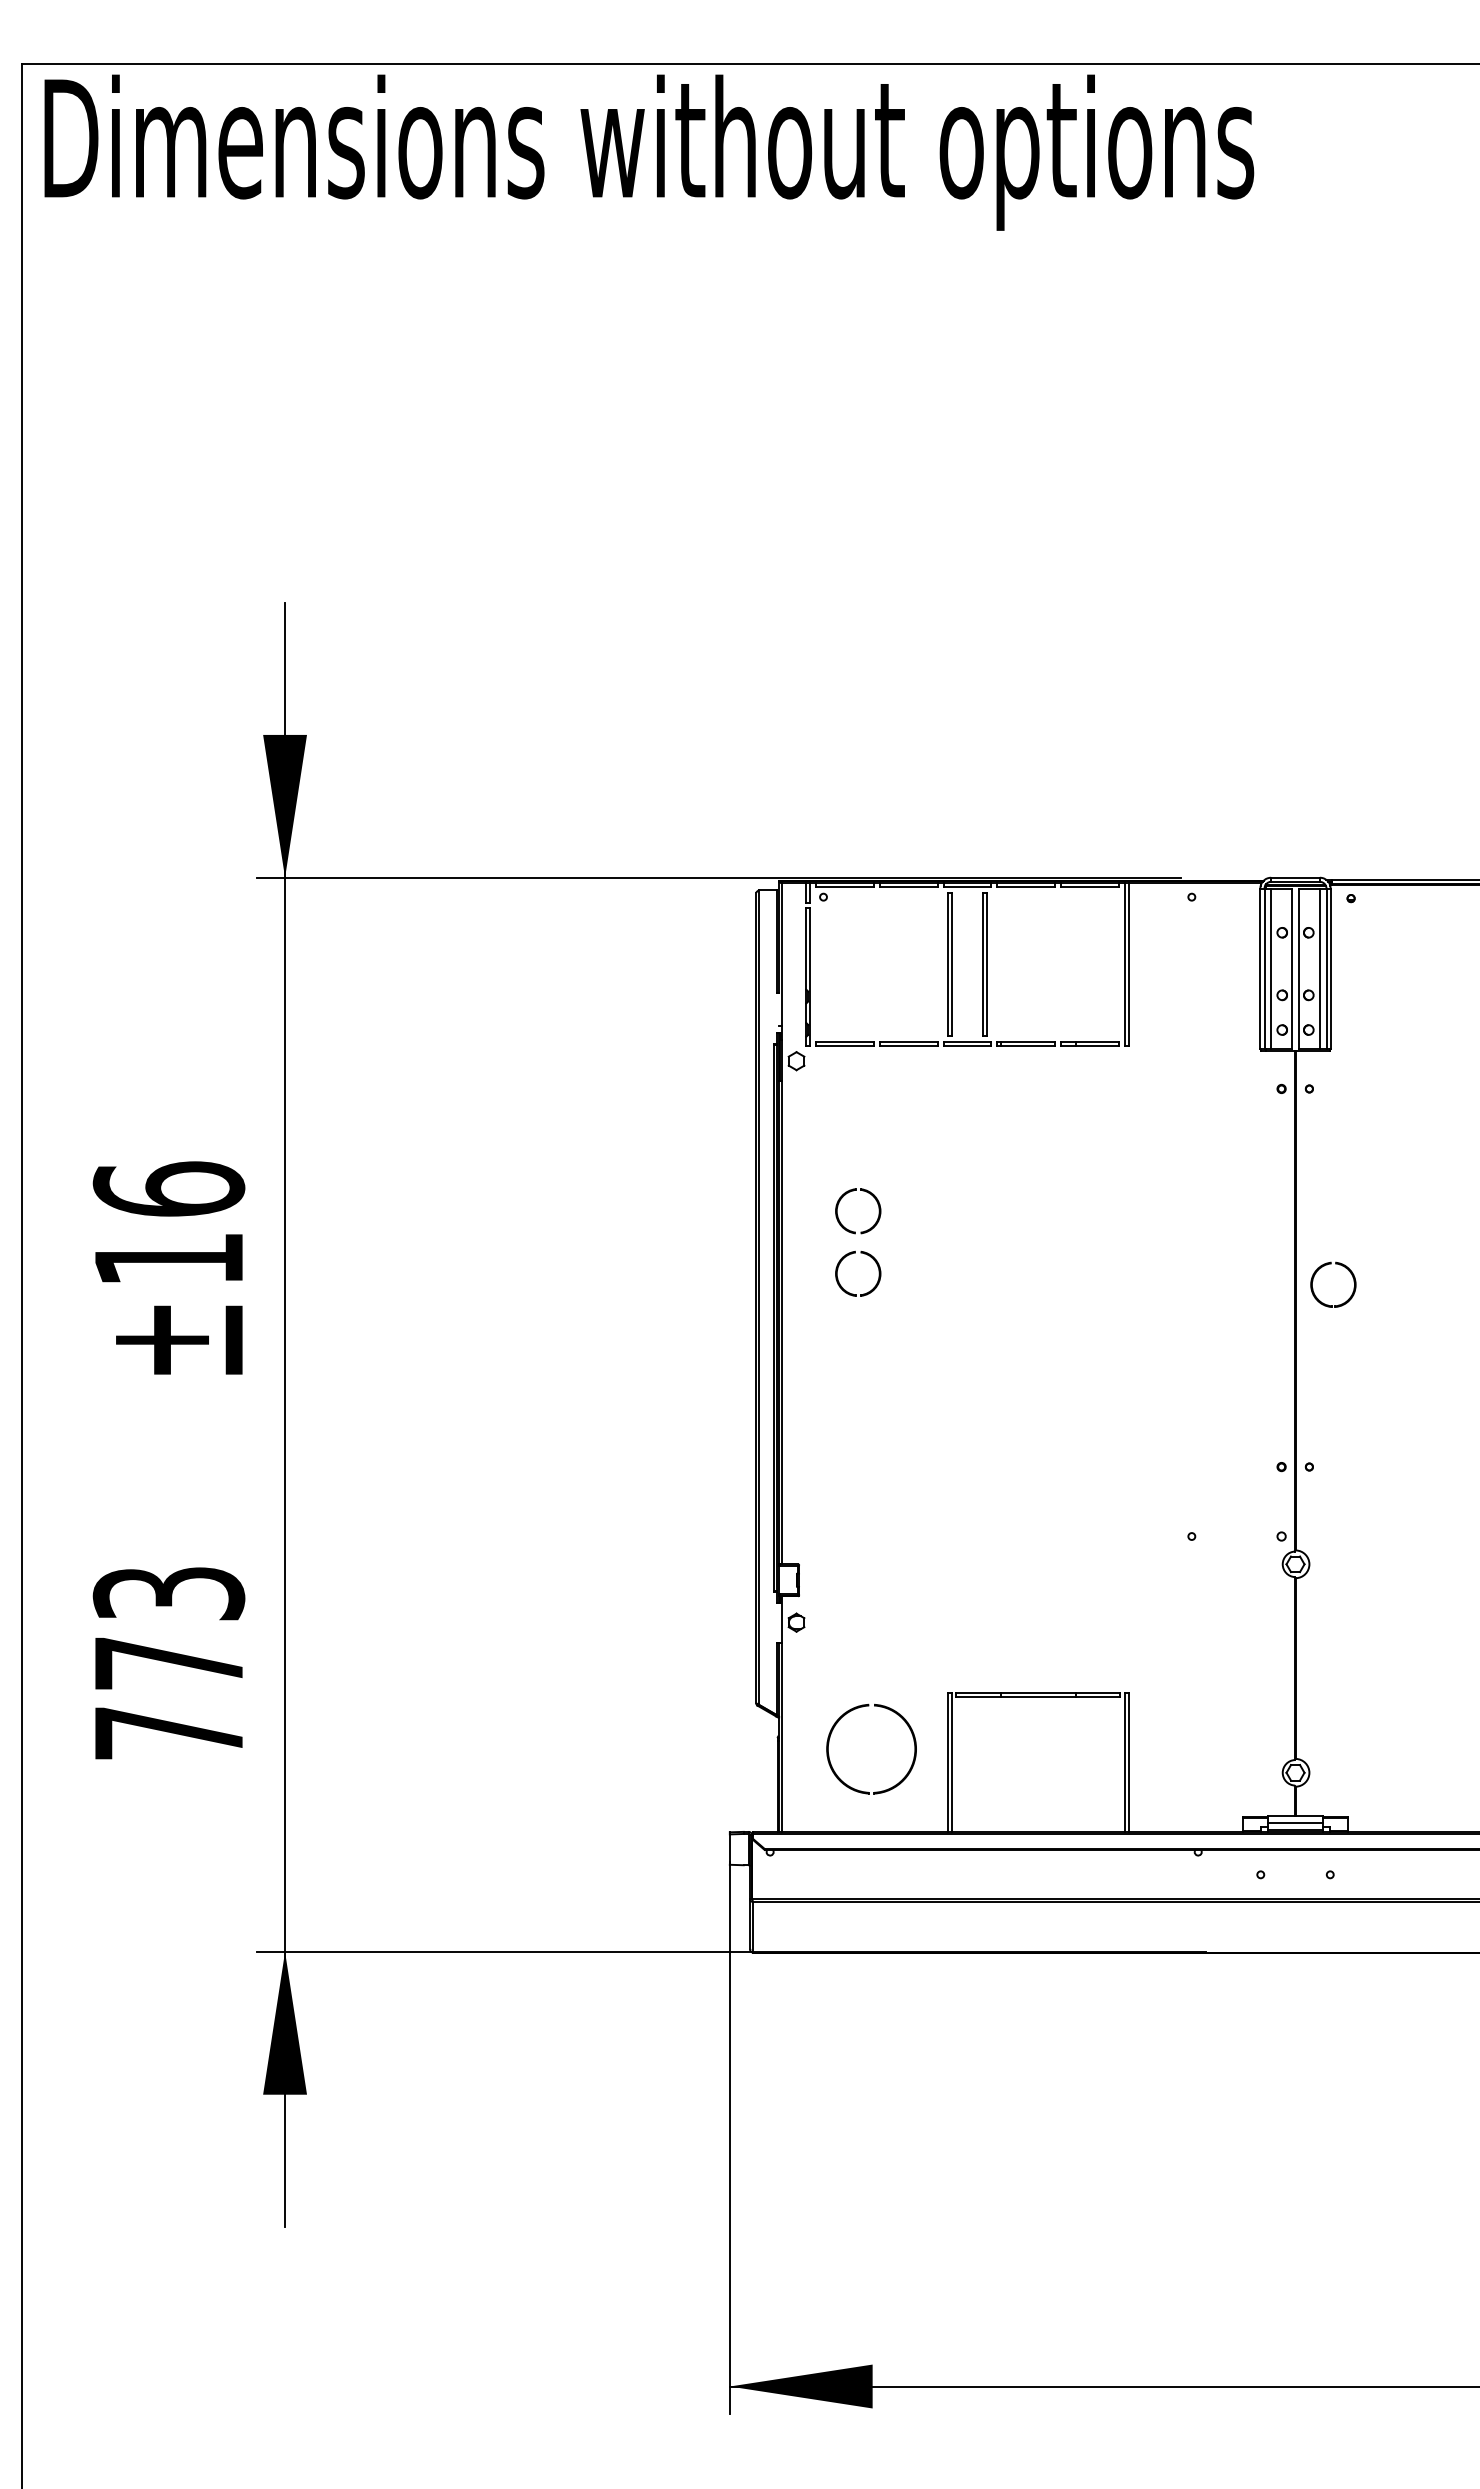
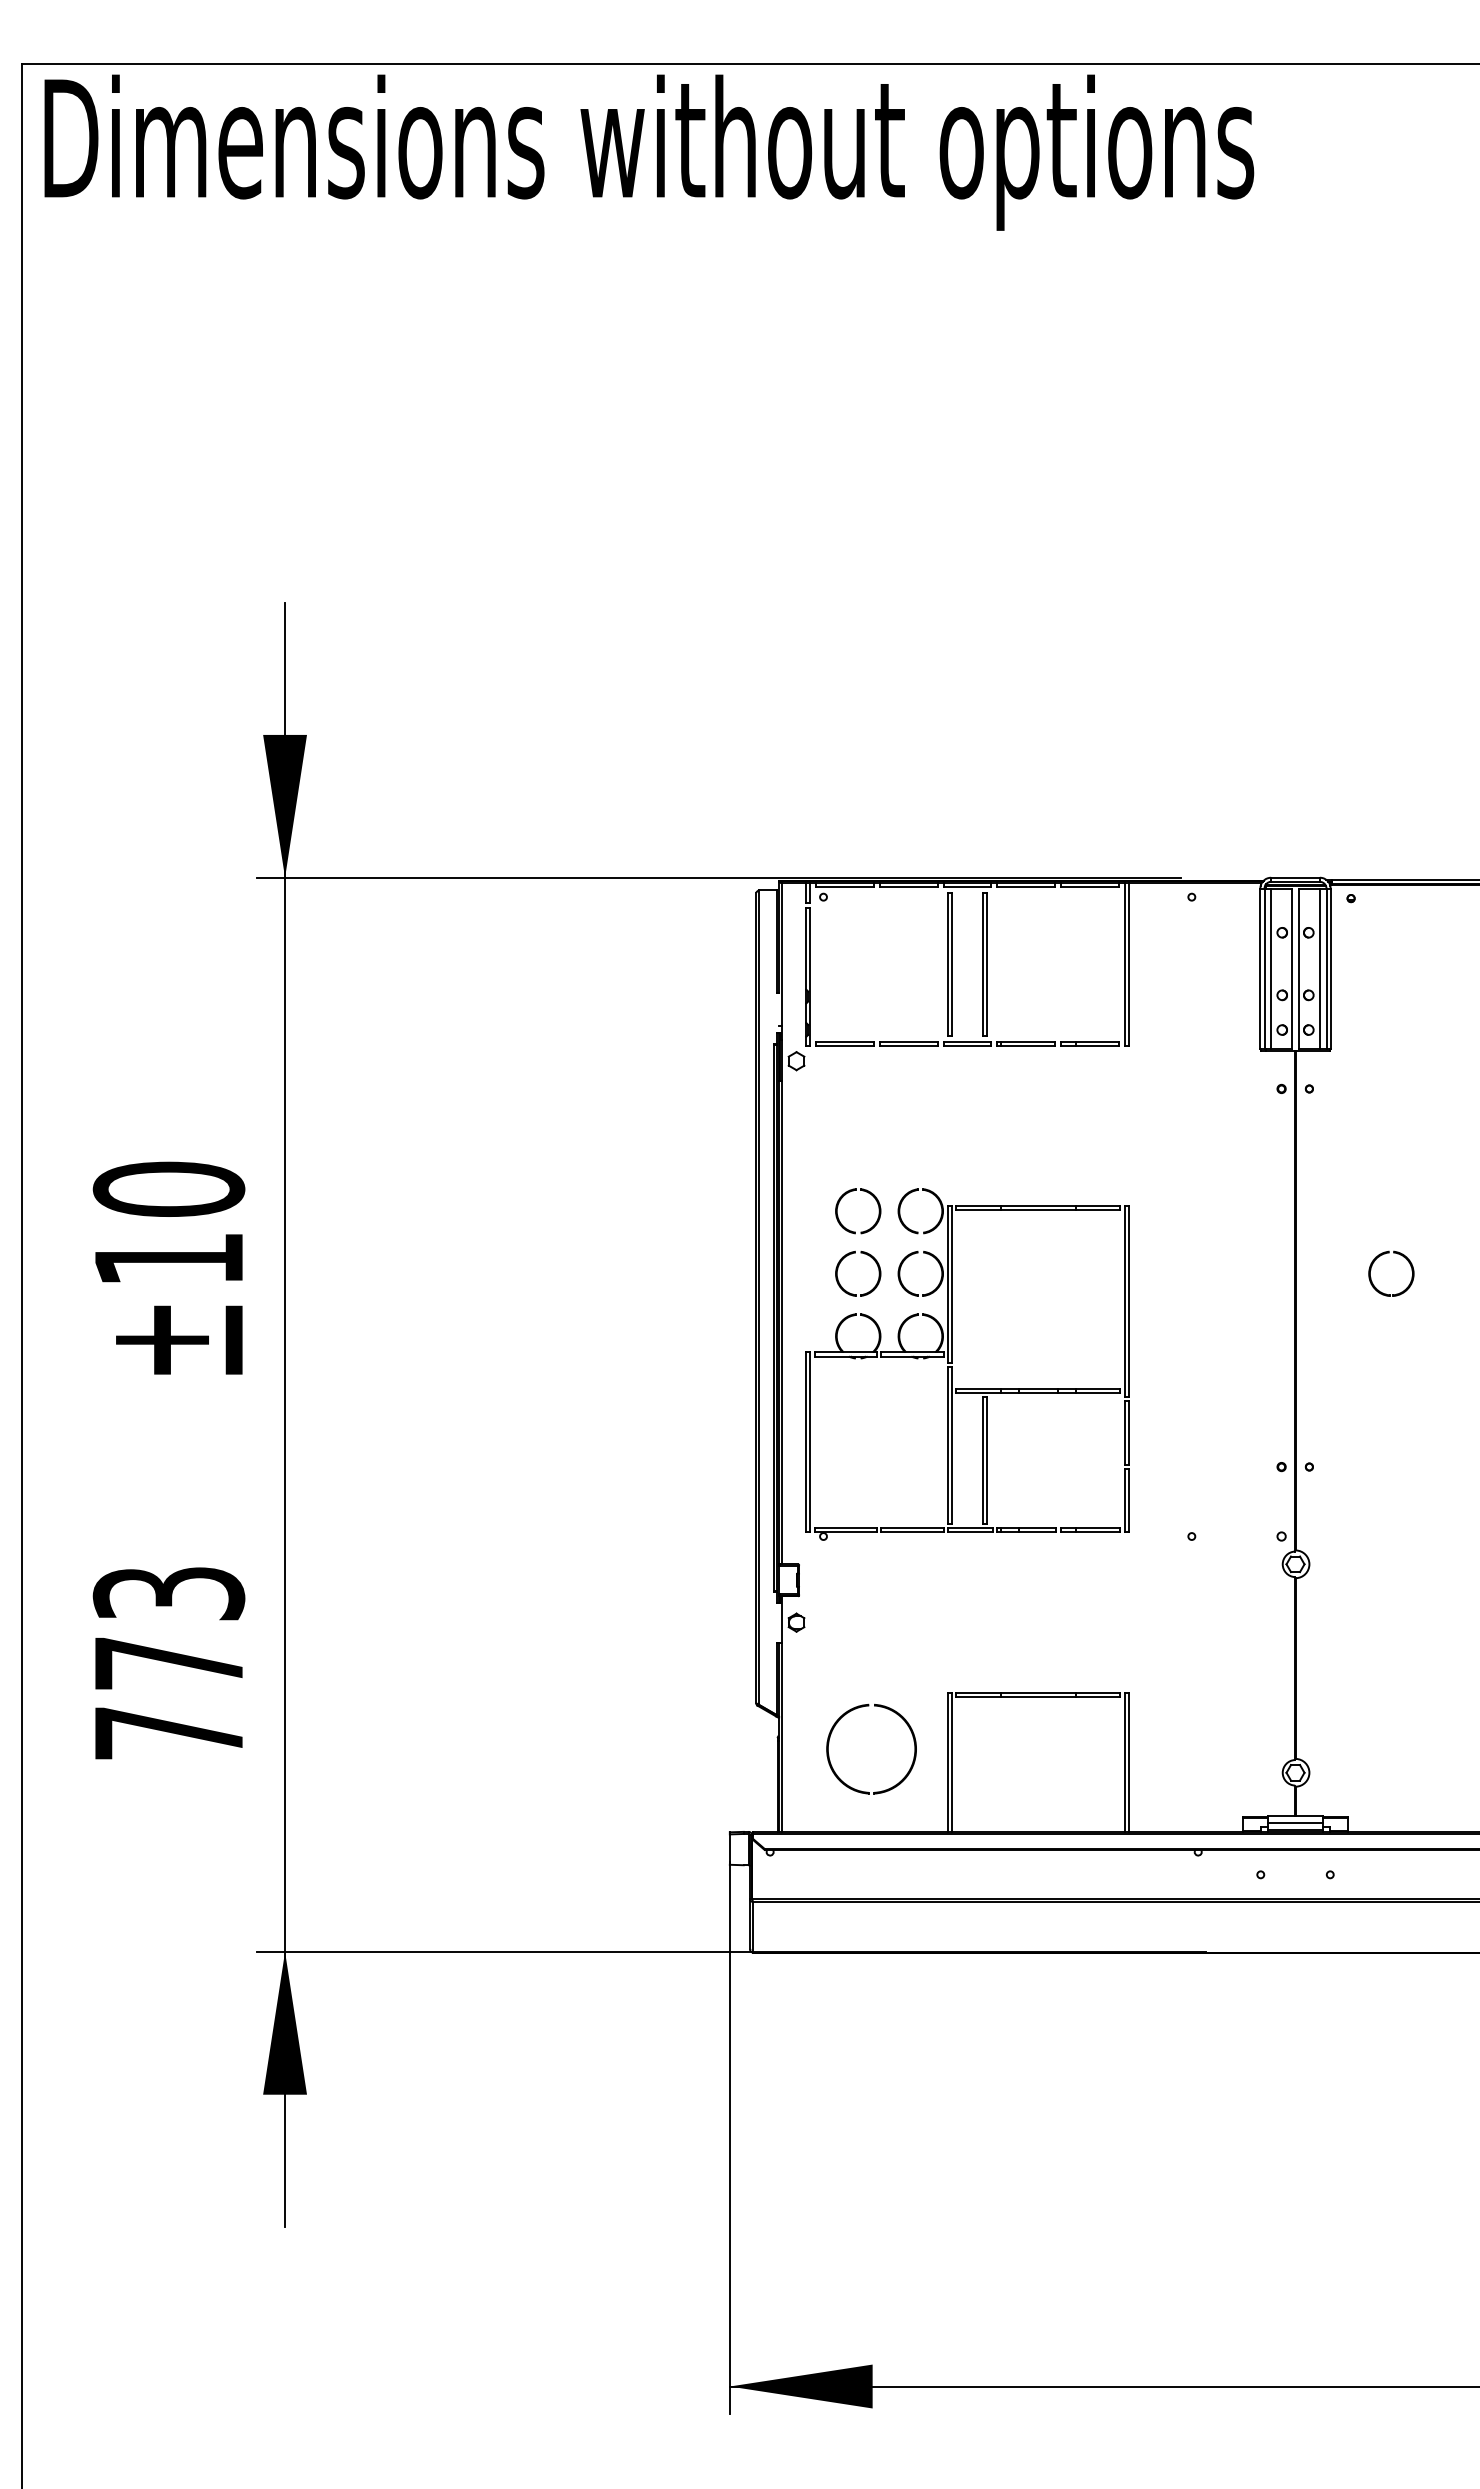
text at (168, 1188): ±16 -> ±10
part at (1327, 1265) position: (1327, 1265) -> (1385, 1254)
part at (952, 1363): none -> present
